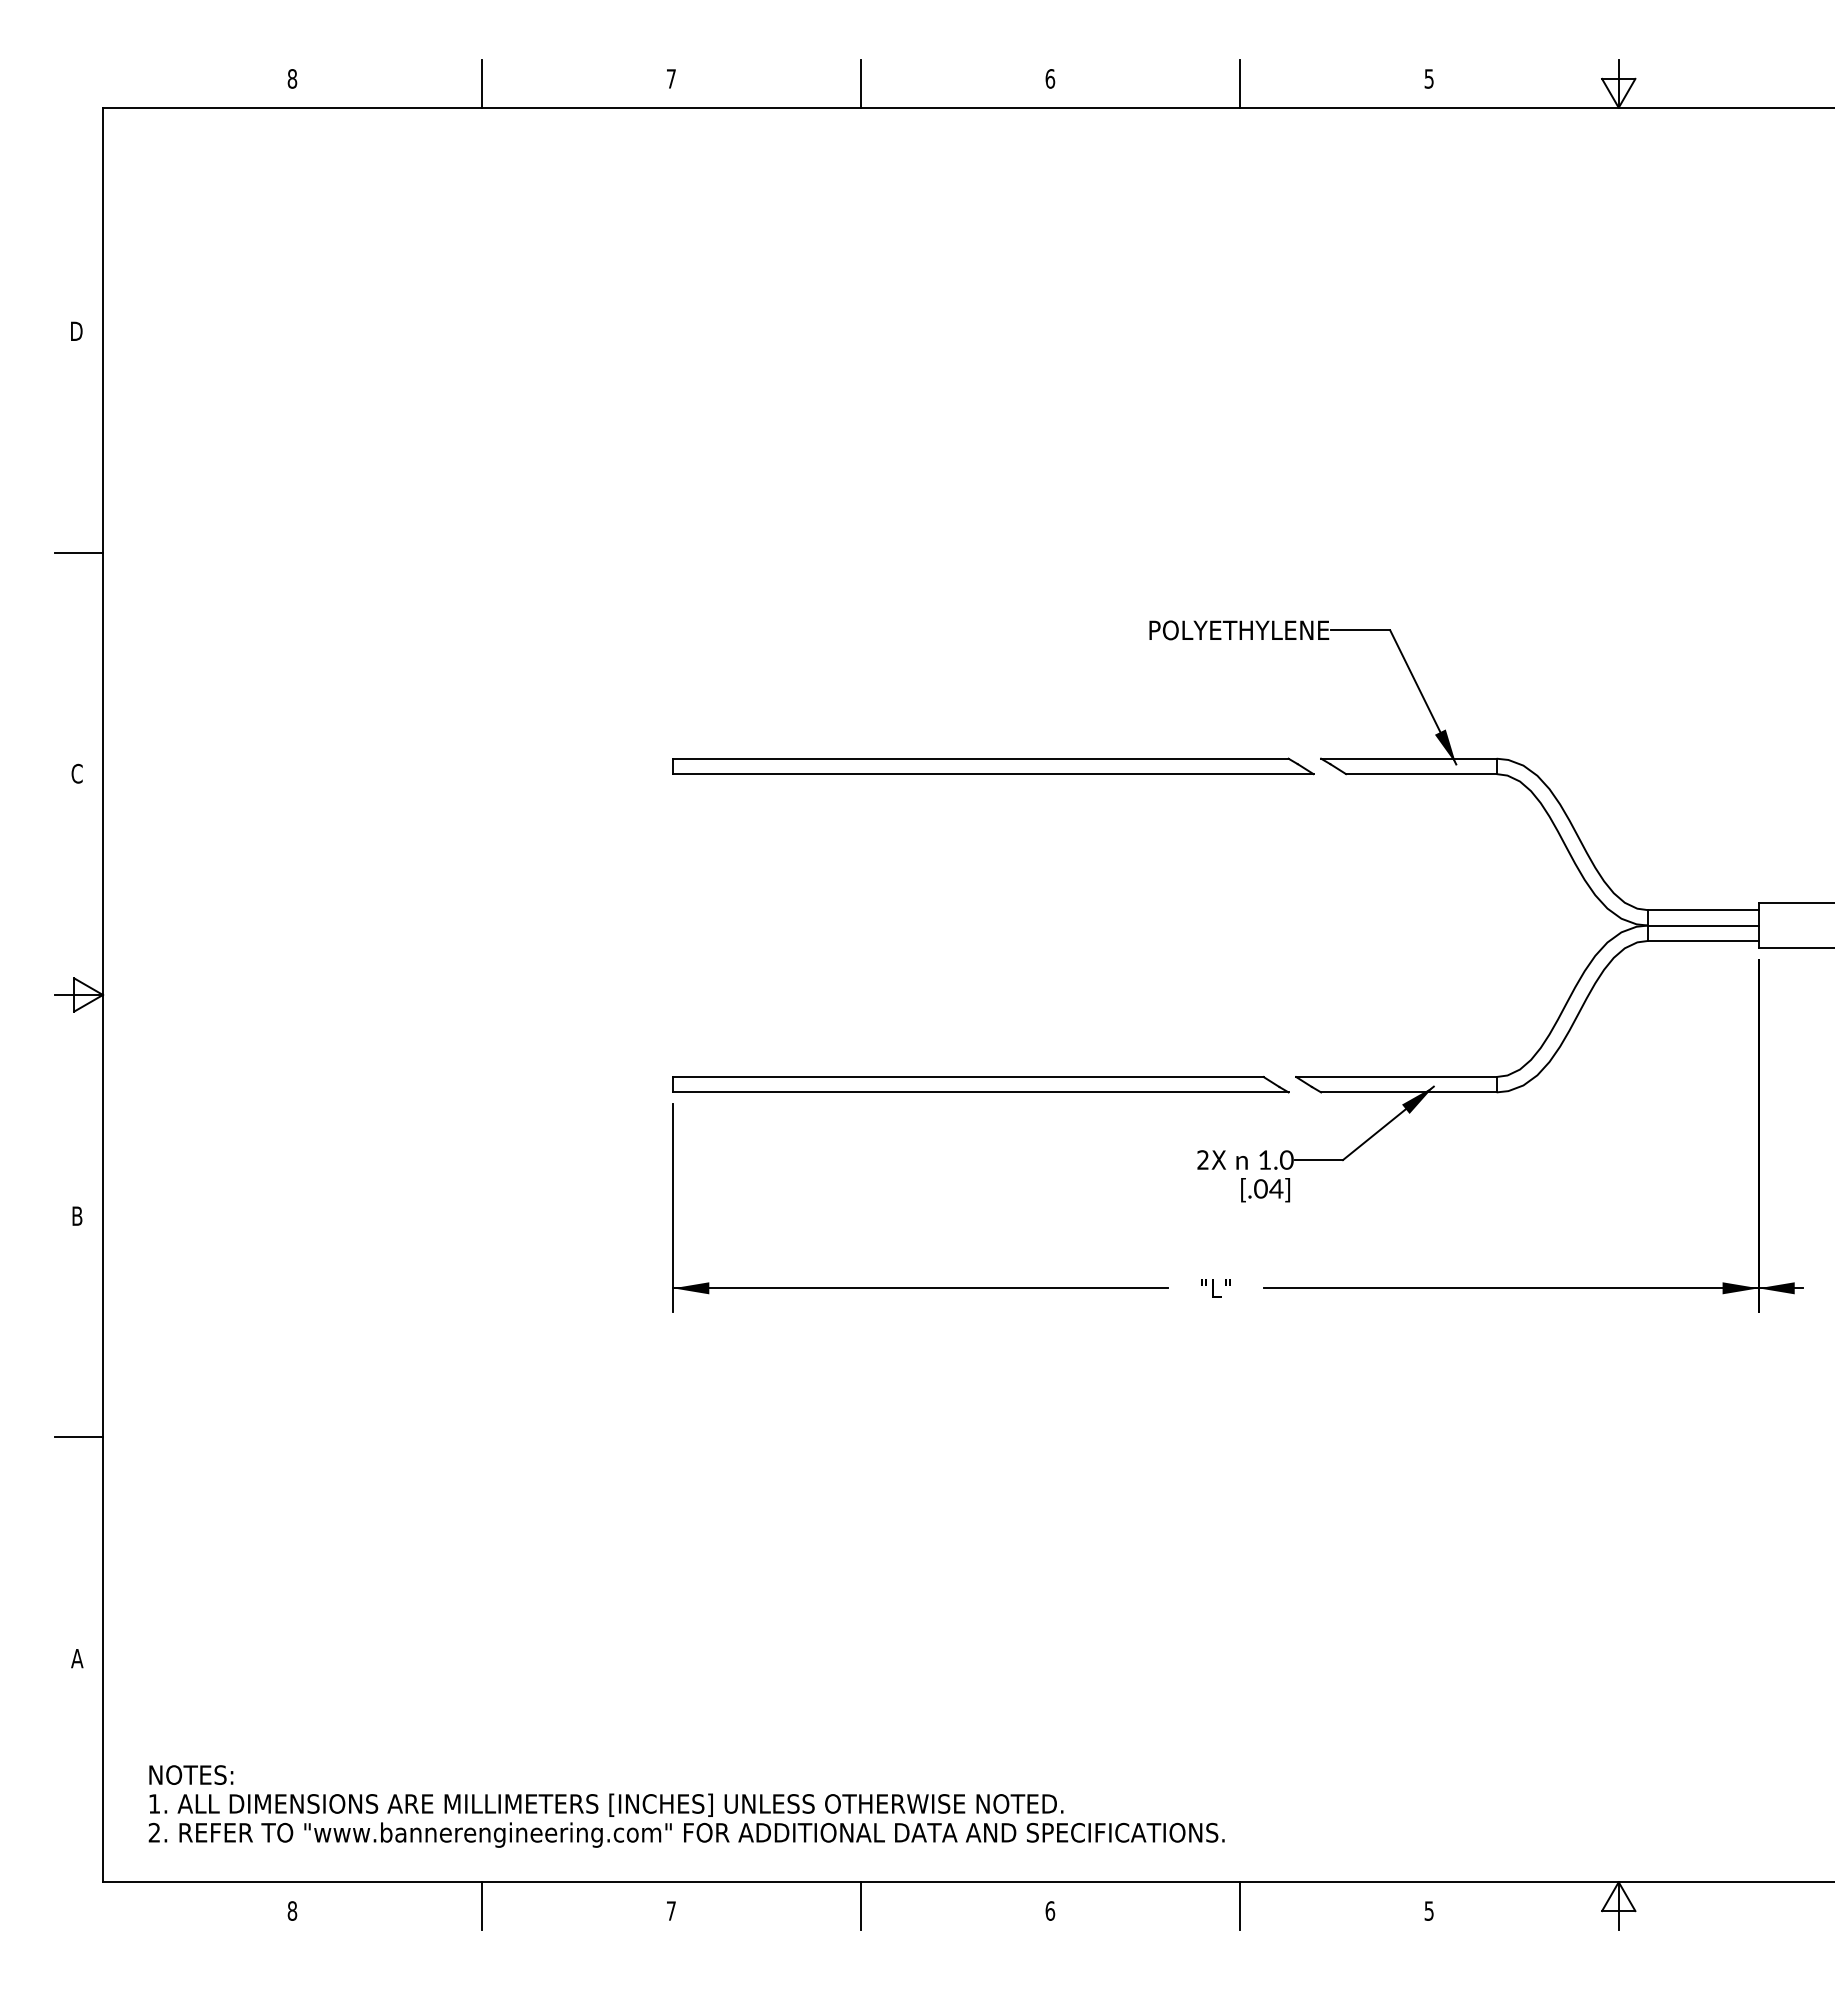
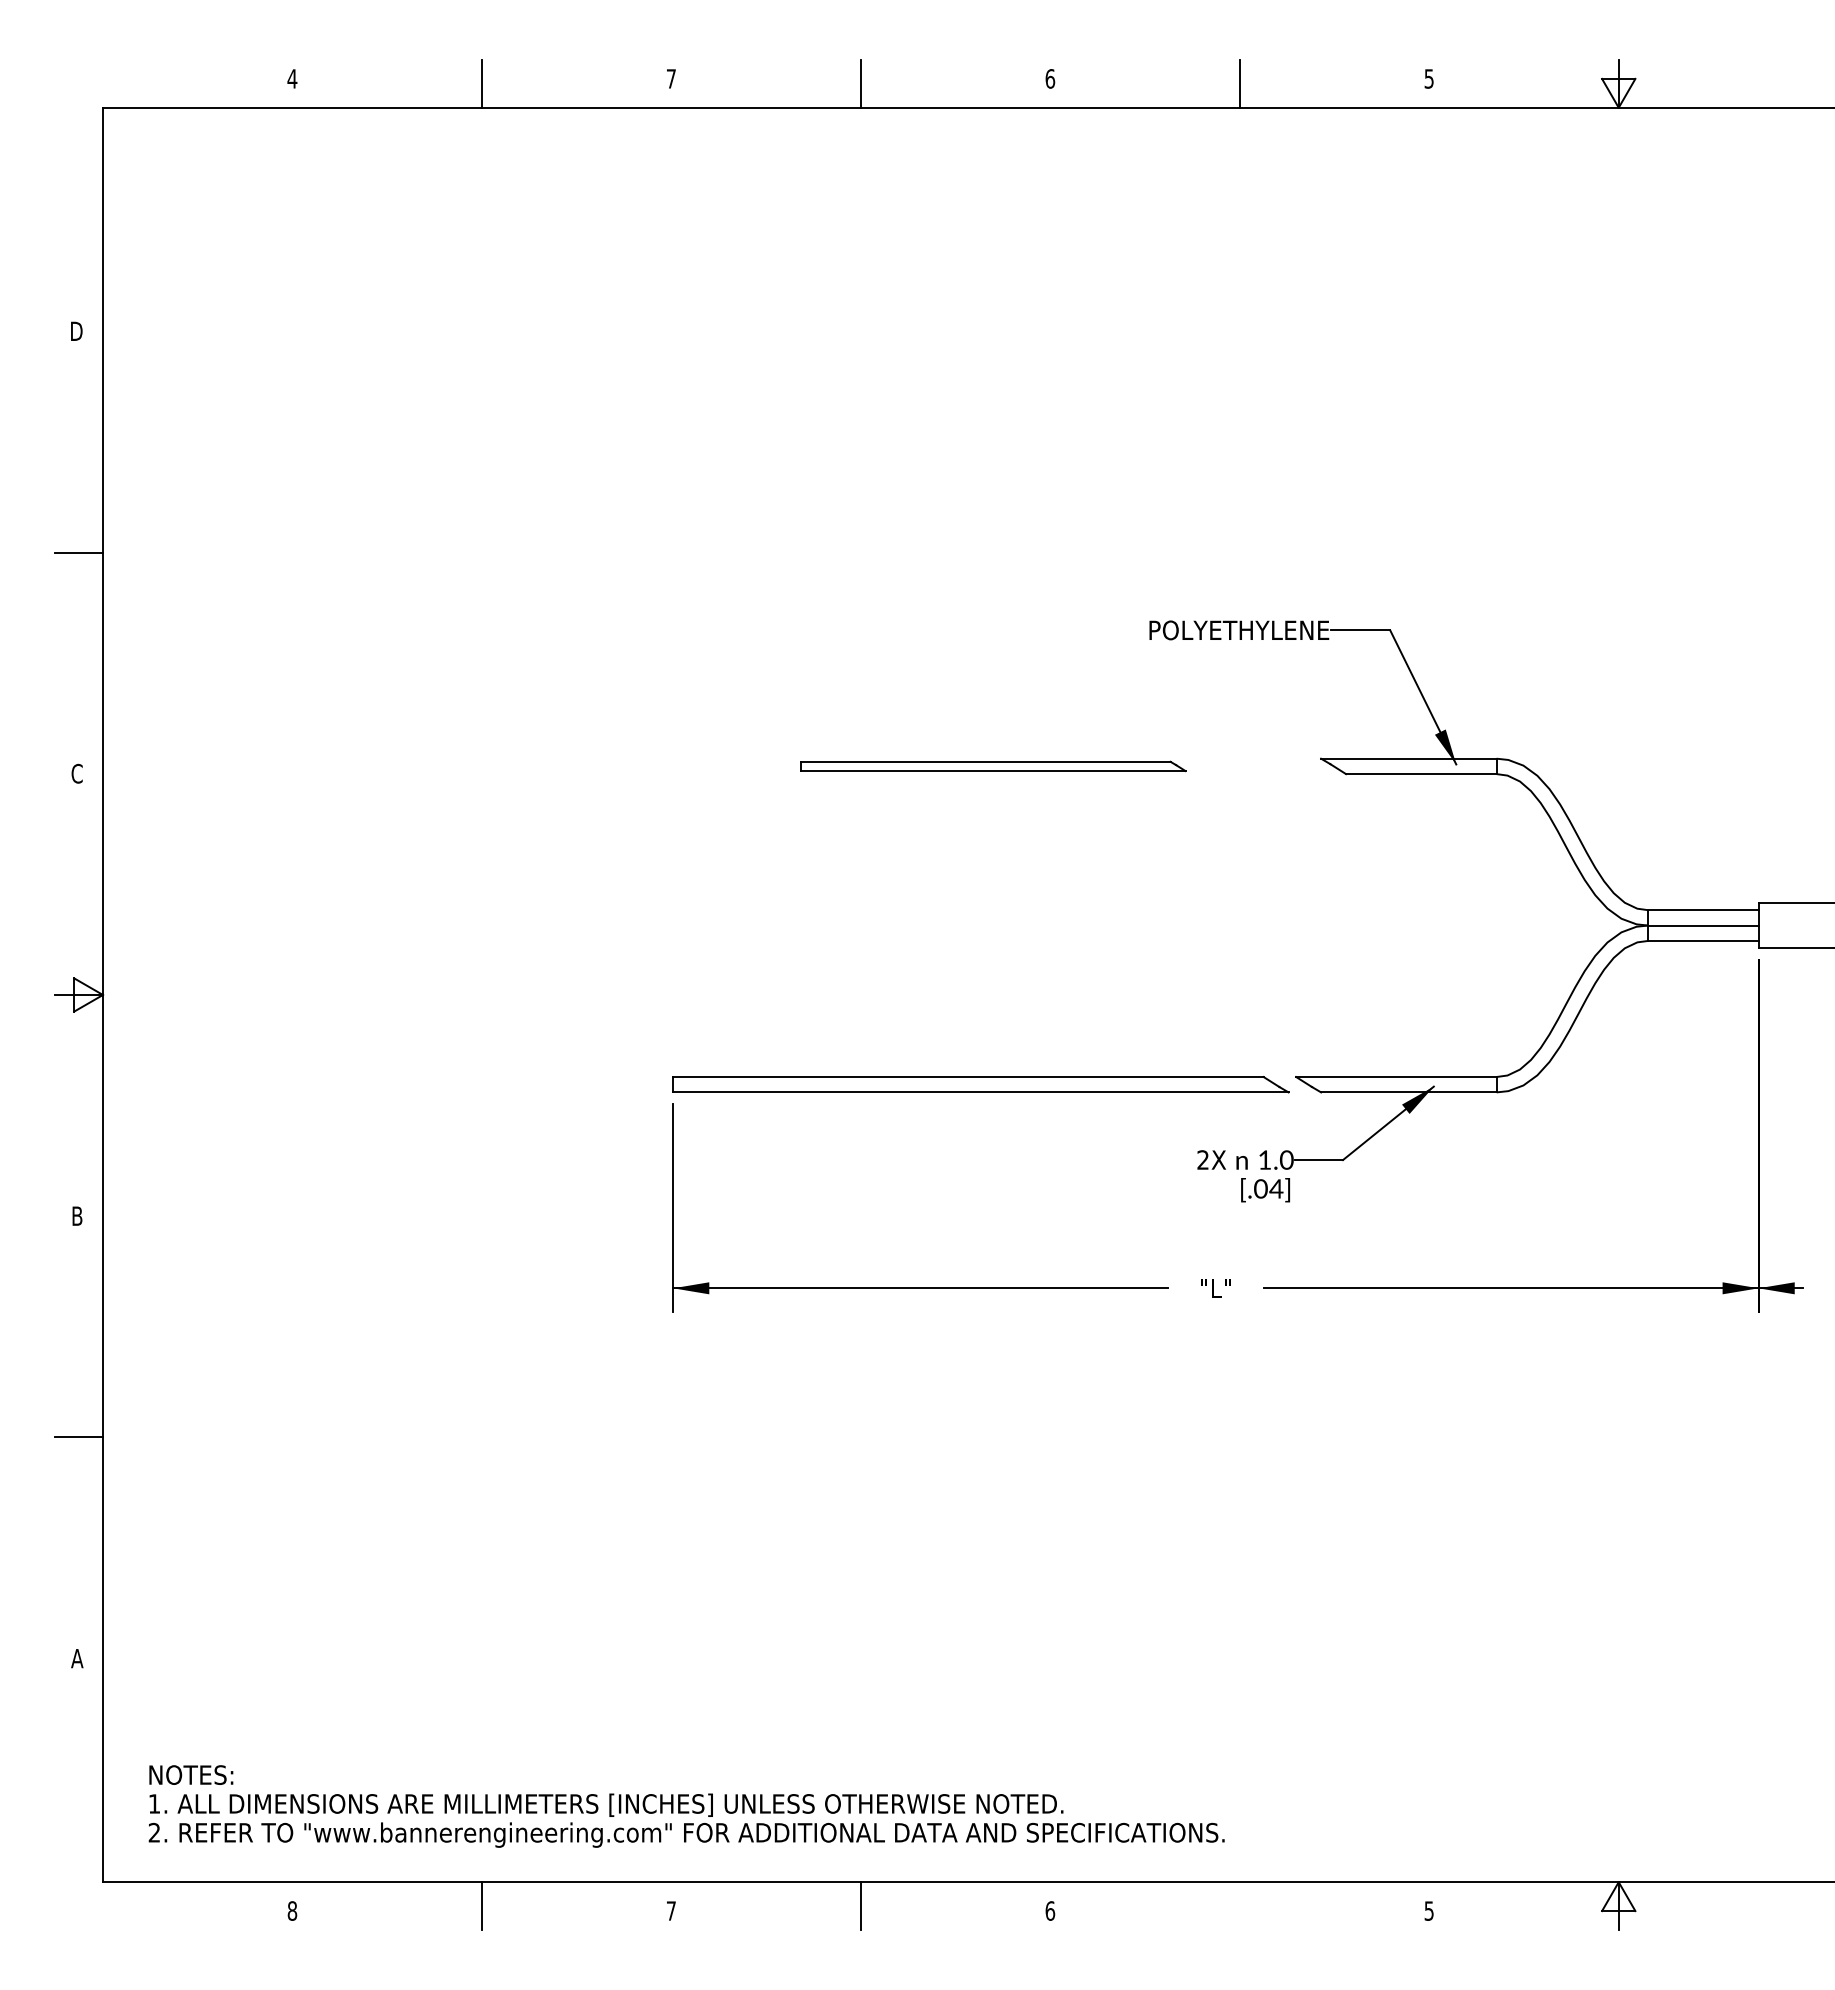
text at (292, 78): 8 -> 4
part at (993, 766) size: 643x19 px -> 387x13 px
line at (1239, 1906): present -> none
